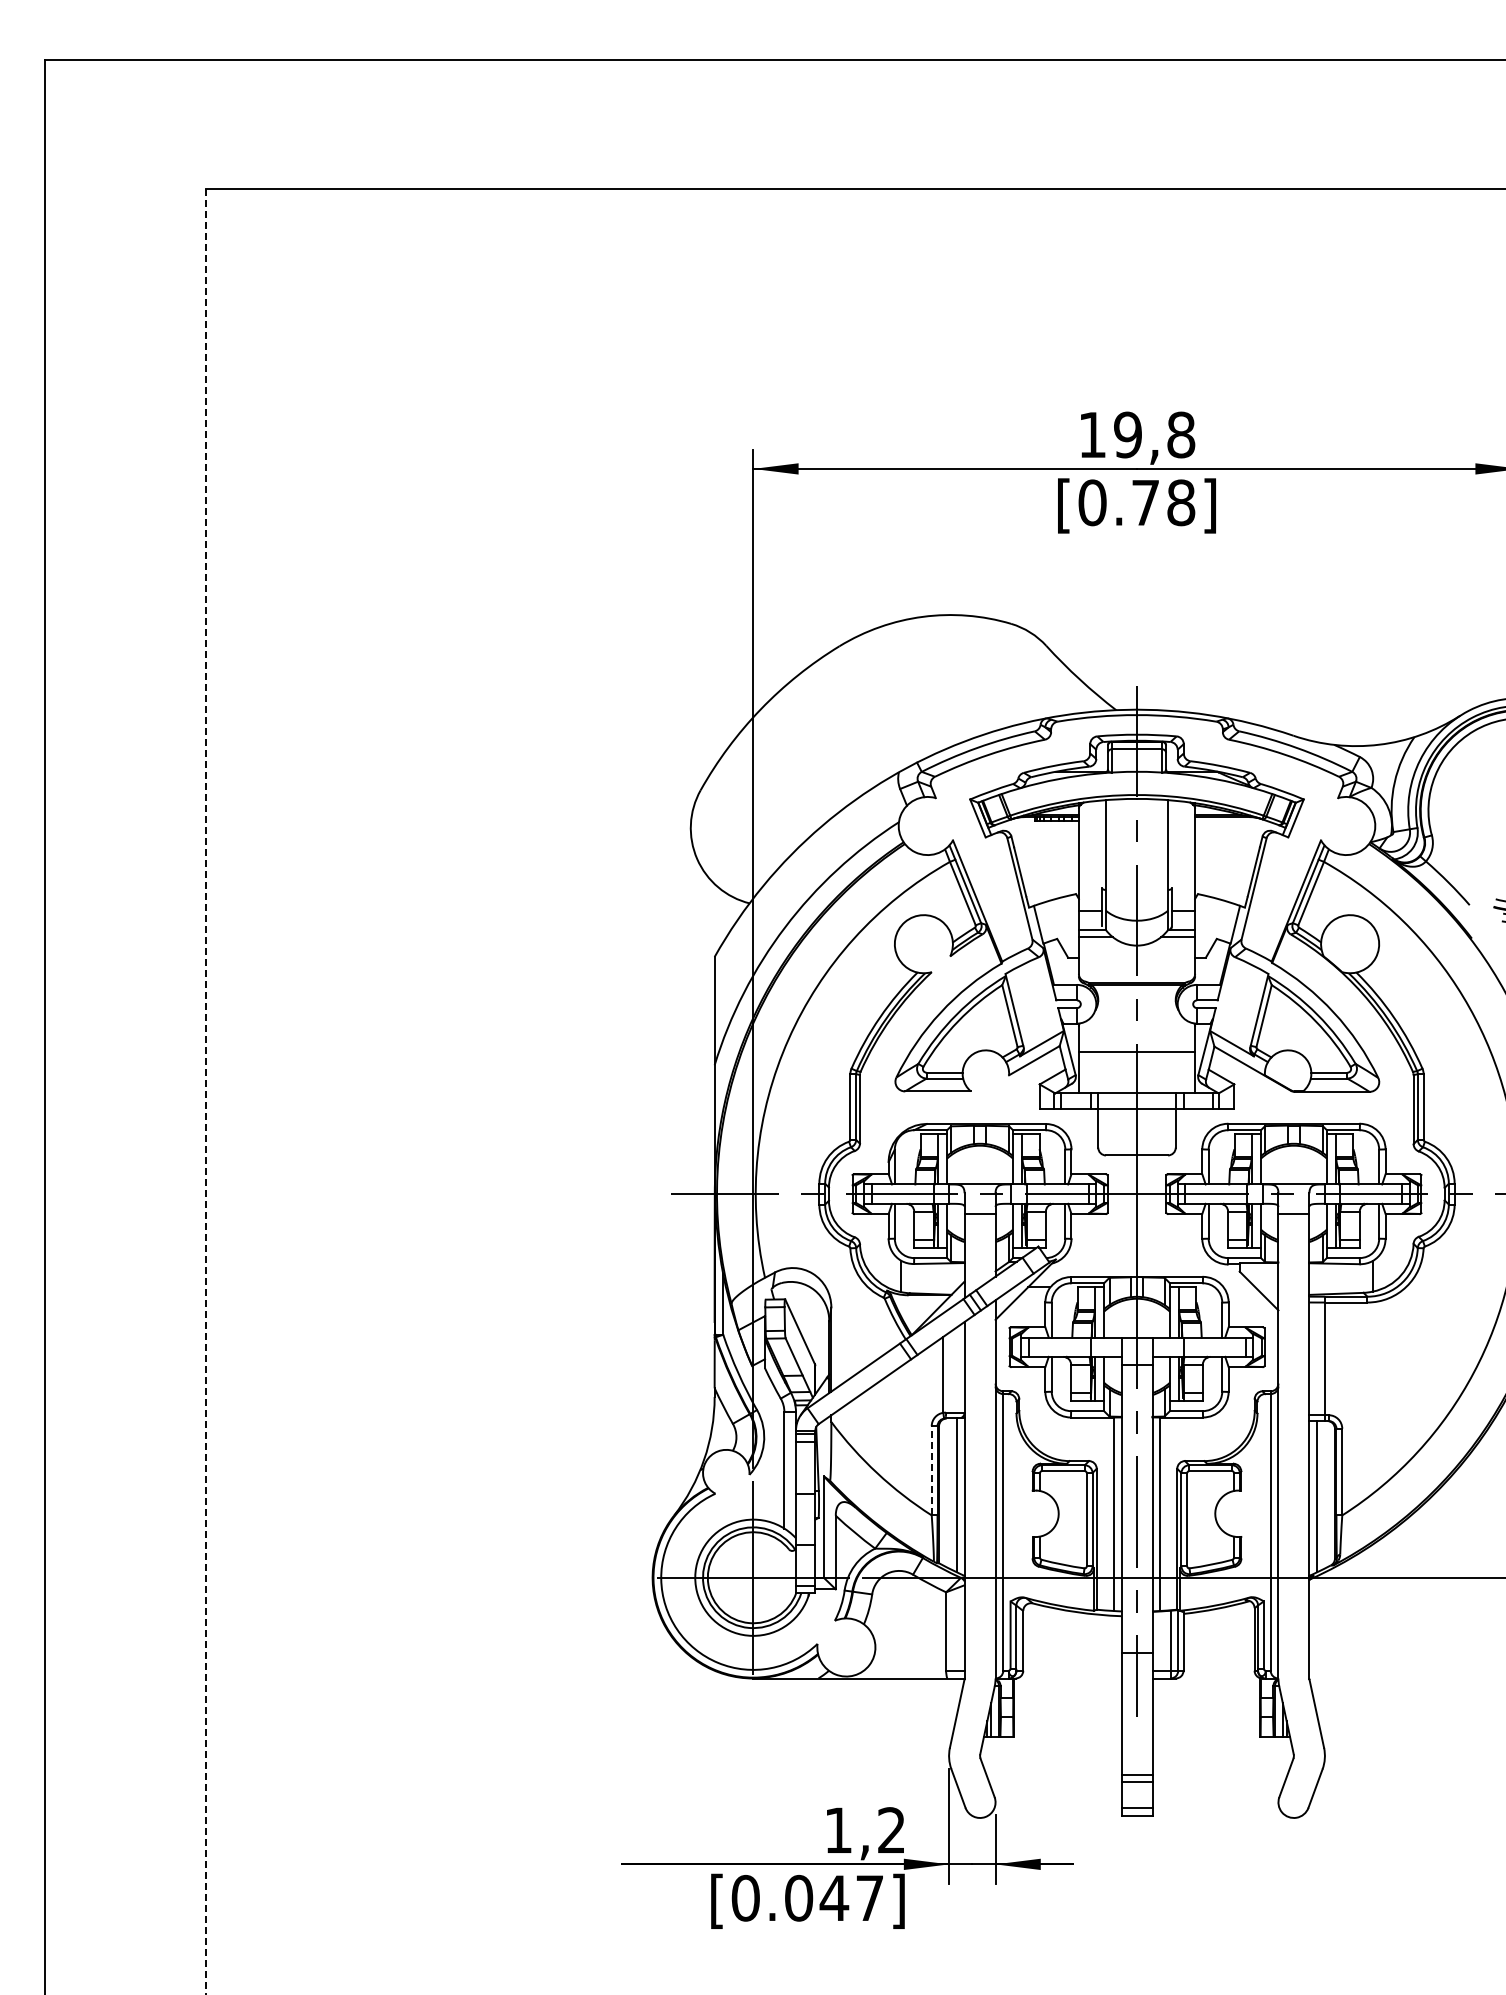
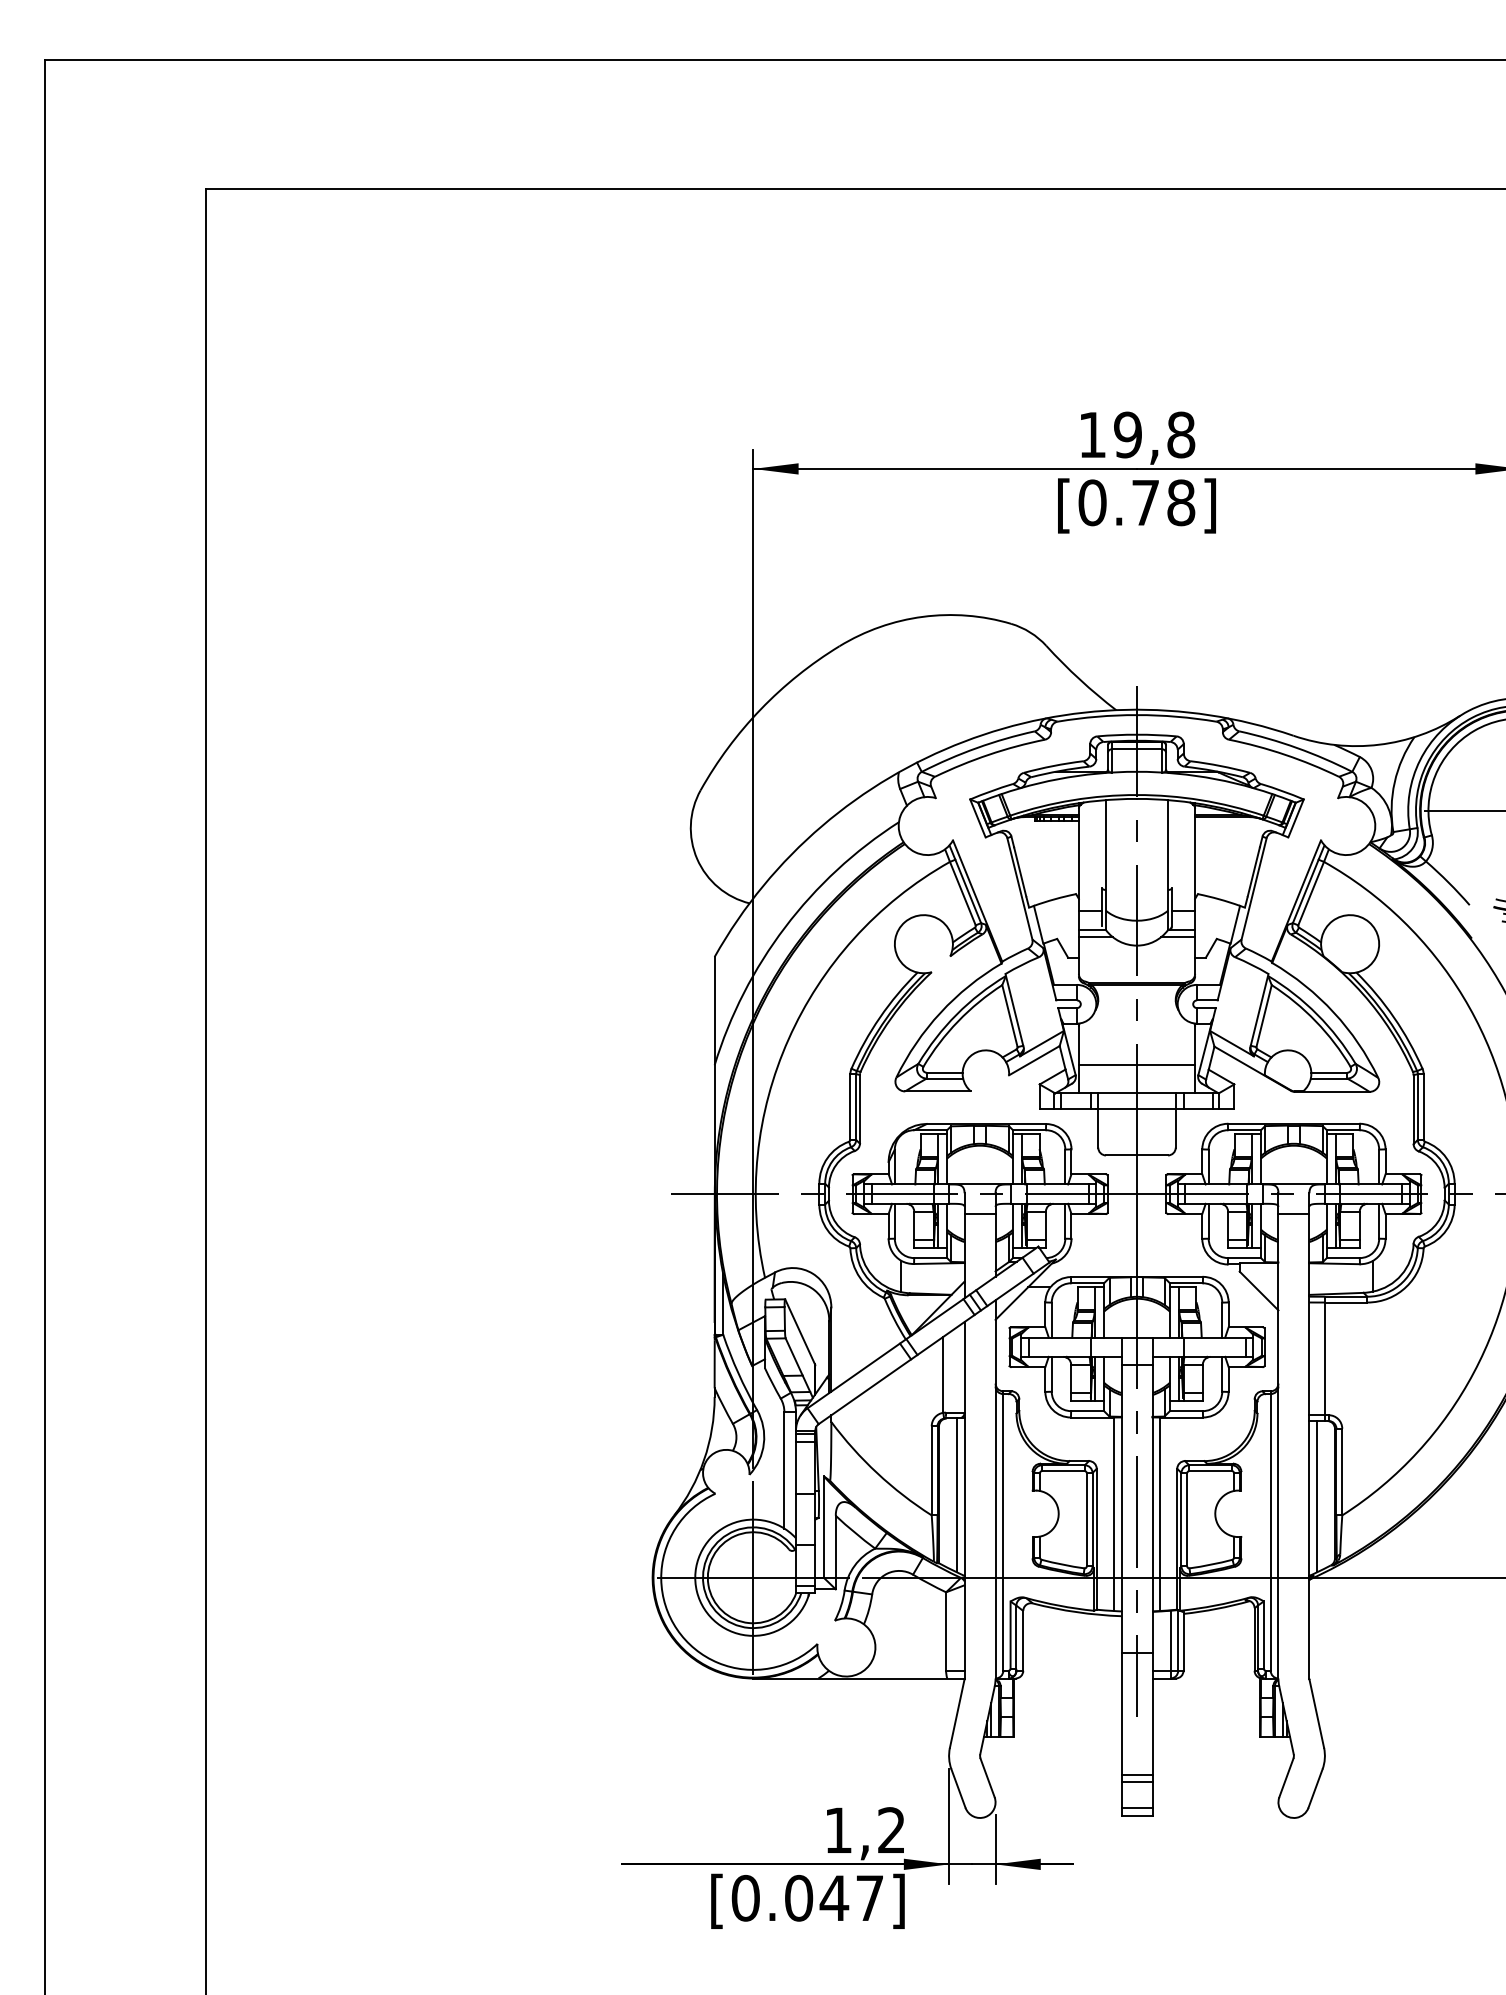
line at (1462, 810): none -> present
line at (1136, 1051) position: (1136, 1051) -> (1136, 1064)
line at (206, 1091): dashed -> solid
line at (931, 1470): dashed -> solid
